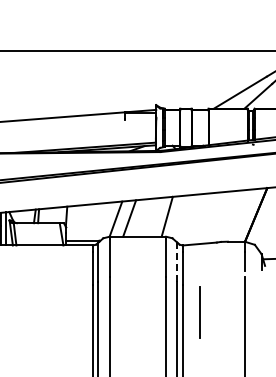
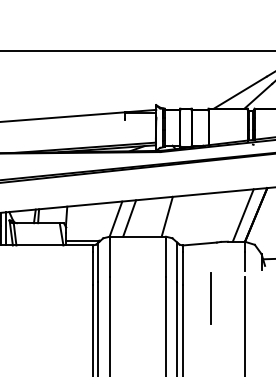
line at (242, 215): none -> present
line at (177, 262): dashed -> solid
line at (199, 312) position: (199, 312) -> (210, 298)
